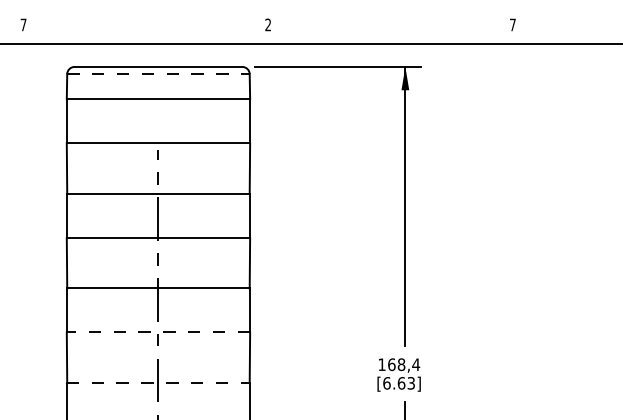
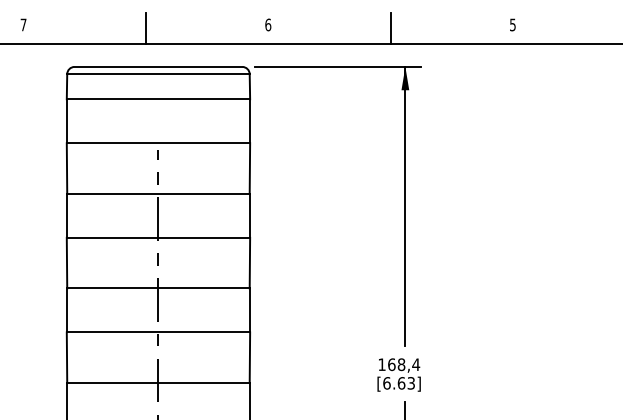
text at (268, 24): 2 -> 6
text at (512, 24): 7 -> 5
line at (145, 27): none -> present
line at (390, 27): none -> present
line at (158, 74): dashed -> solid
line at (158, 332): dashed -> solid
line at (158, 383): dashed -> solid
